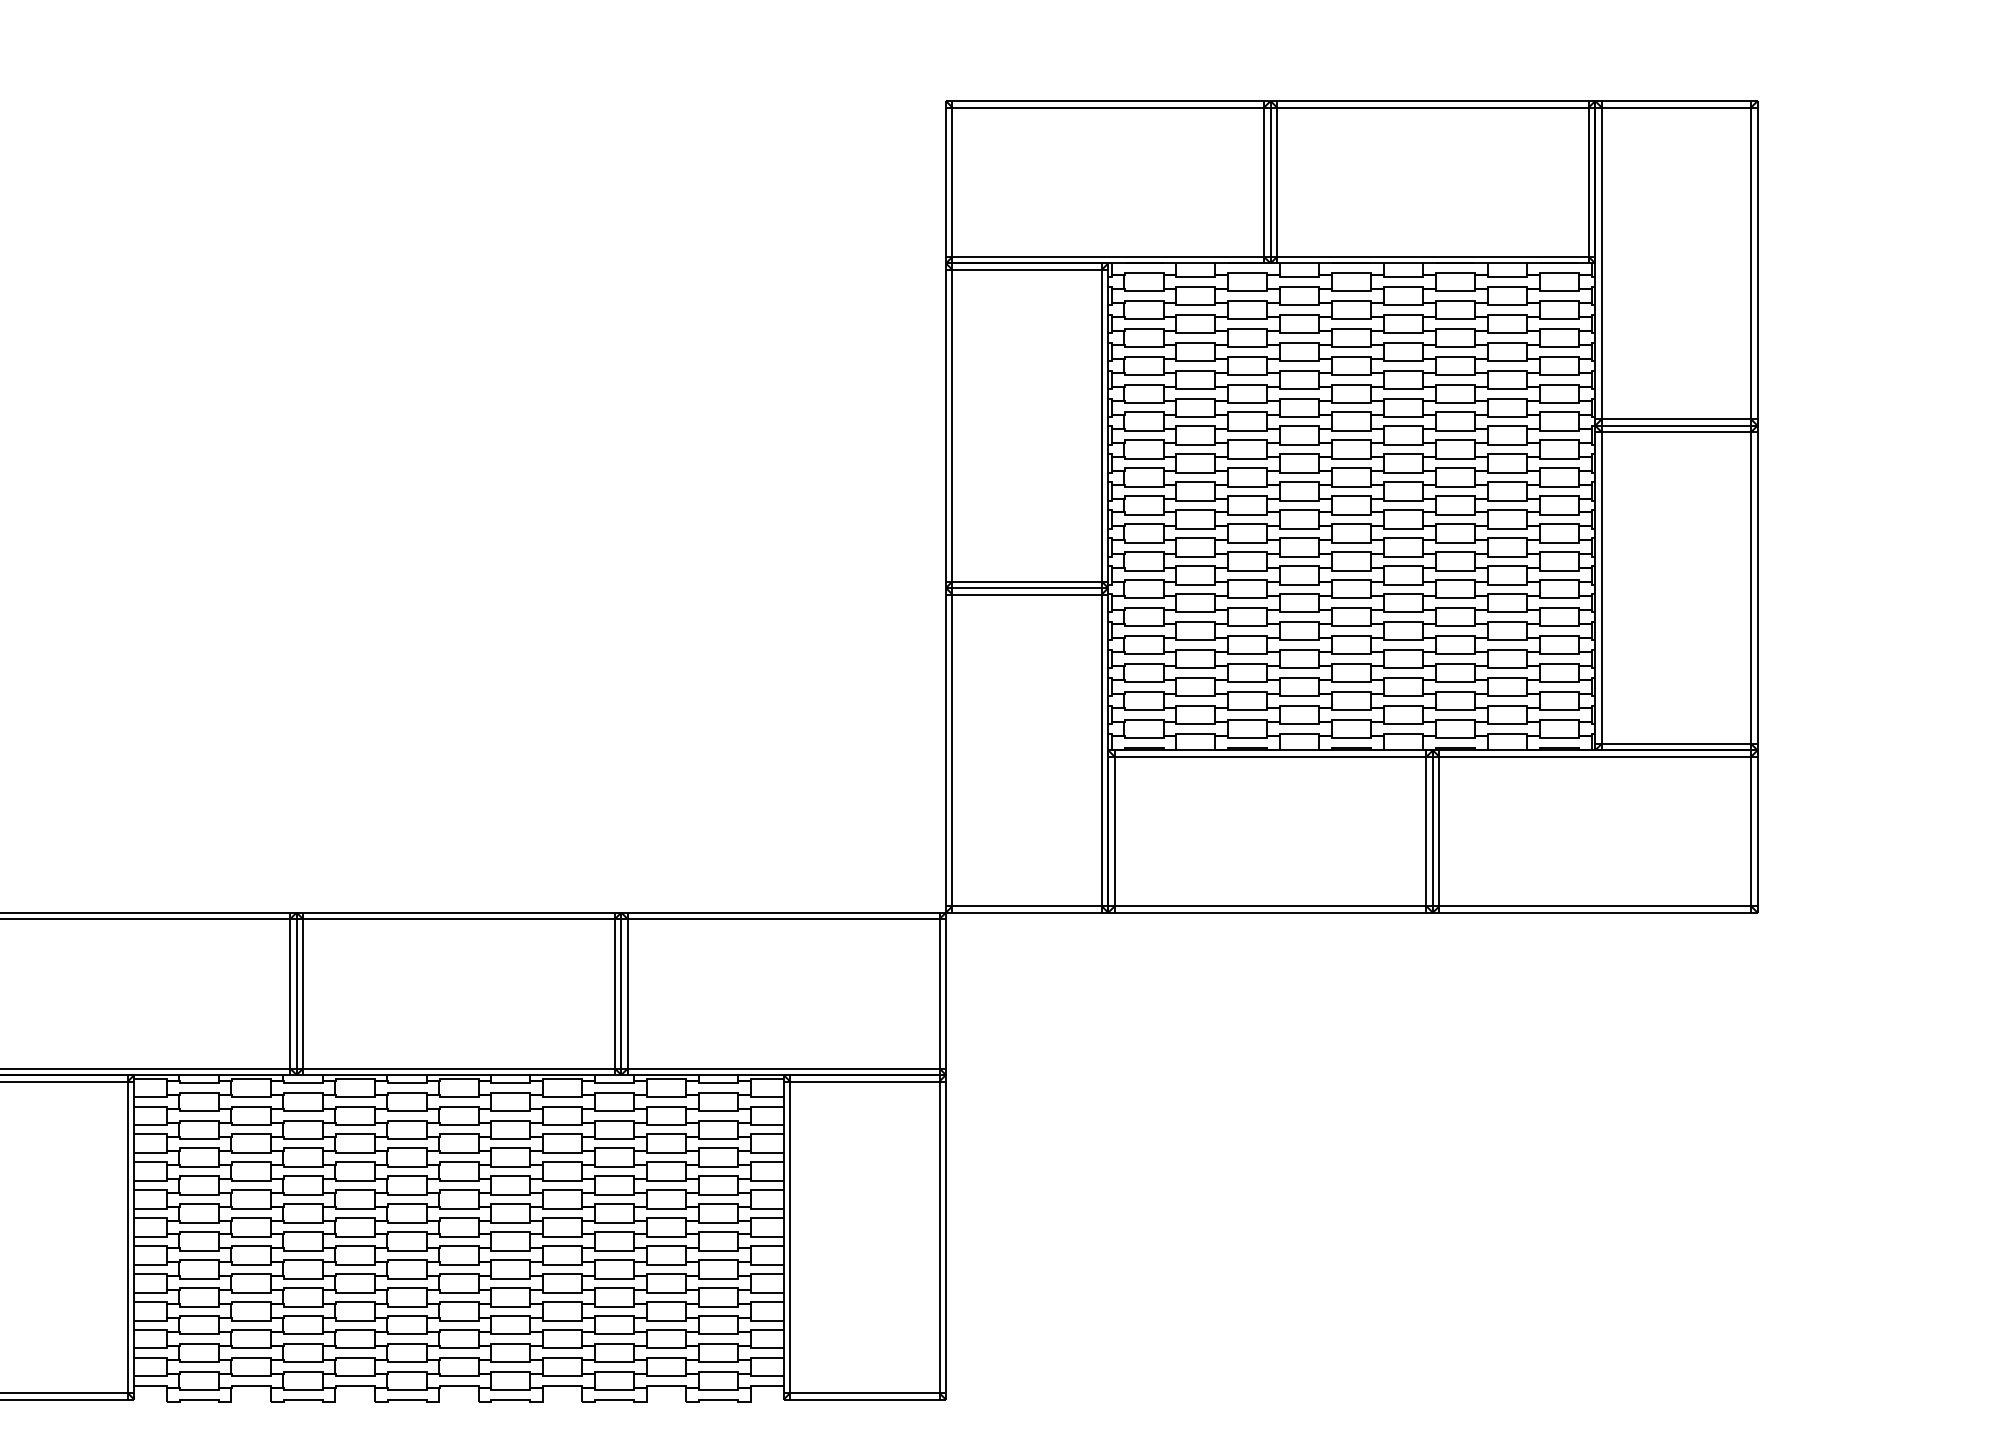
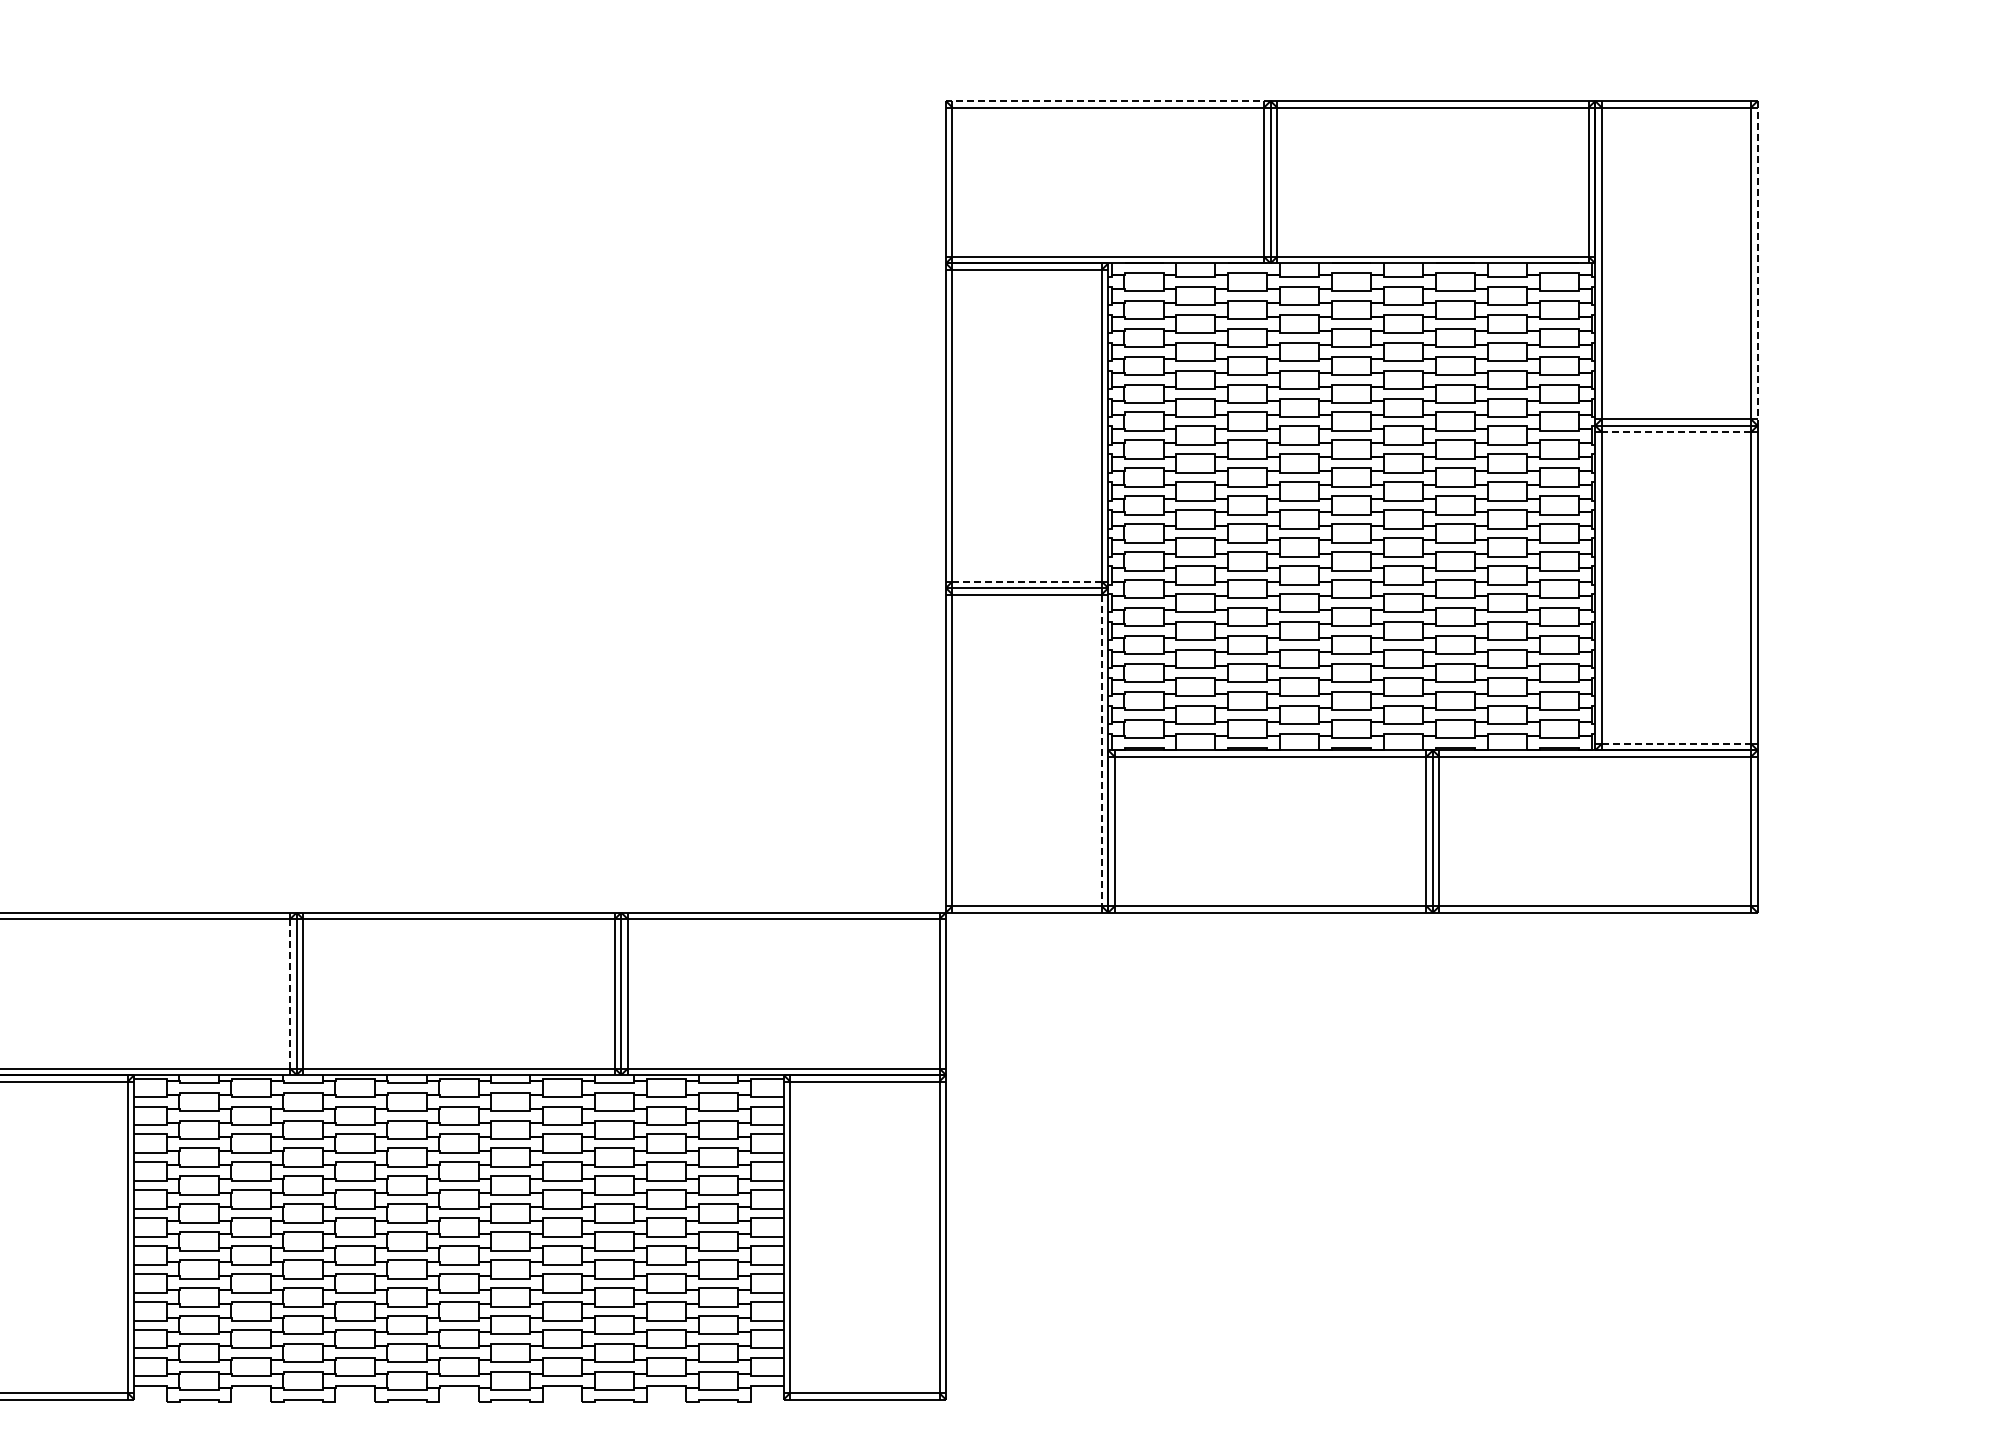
line at (1108, 101): solid -> dashed
line at (1757, 263): solid -> dashed
line at (1676, 432): solid -> dashed
line at (1027, 581): solid -> dashed
line at (1676, 743): solid -> dashed
line at (1101, 750): solid -> dashed
line at (290, 993): solid -> dashed
